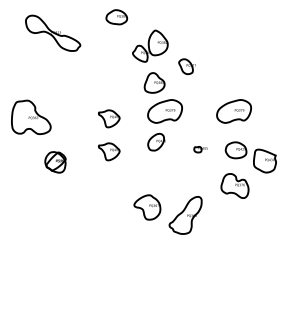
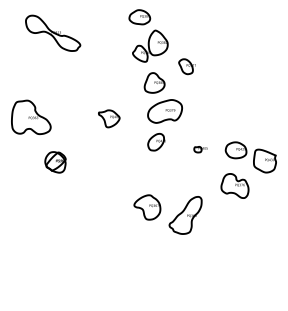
part at (116, 17) position: (116, 17) -> (139, 17)
part at (233, 111): present -> none
part at (109, 151): present -> none
